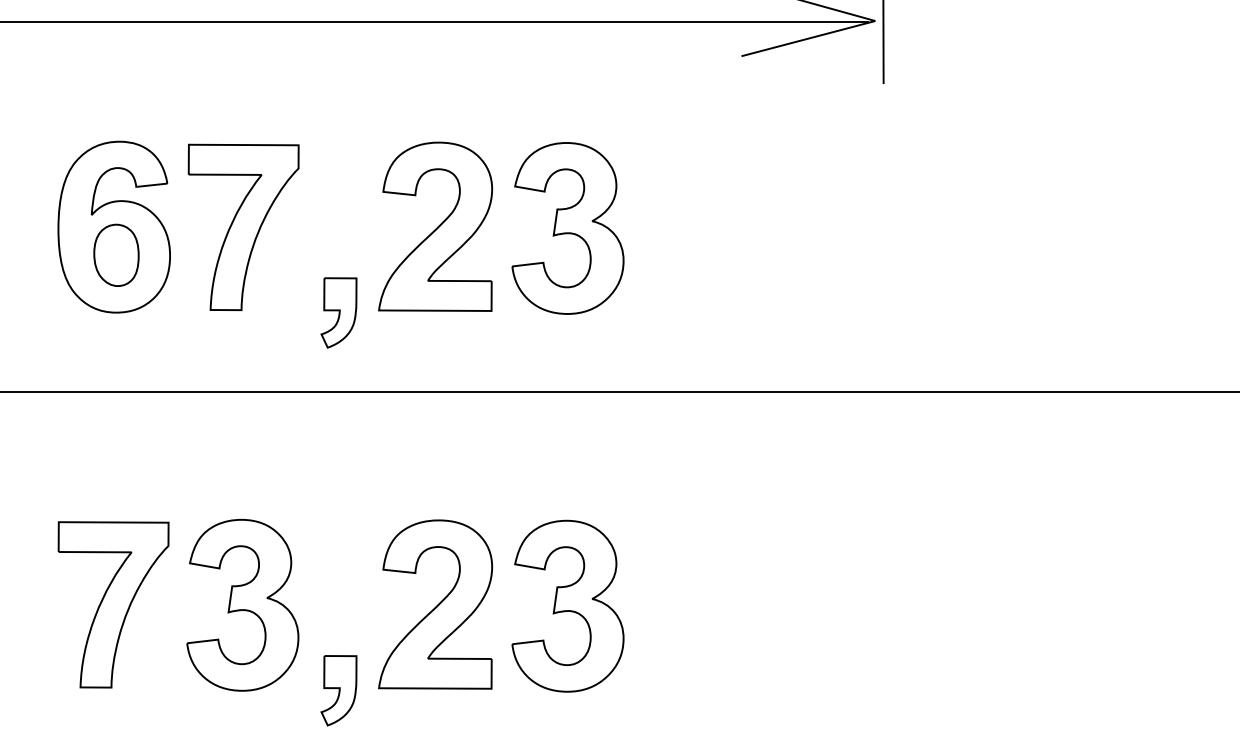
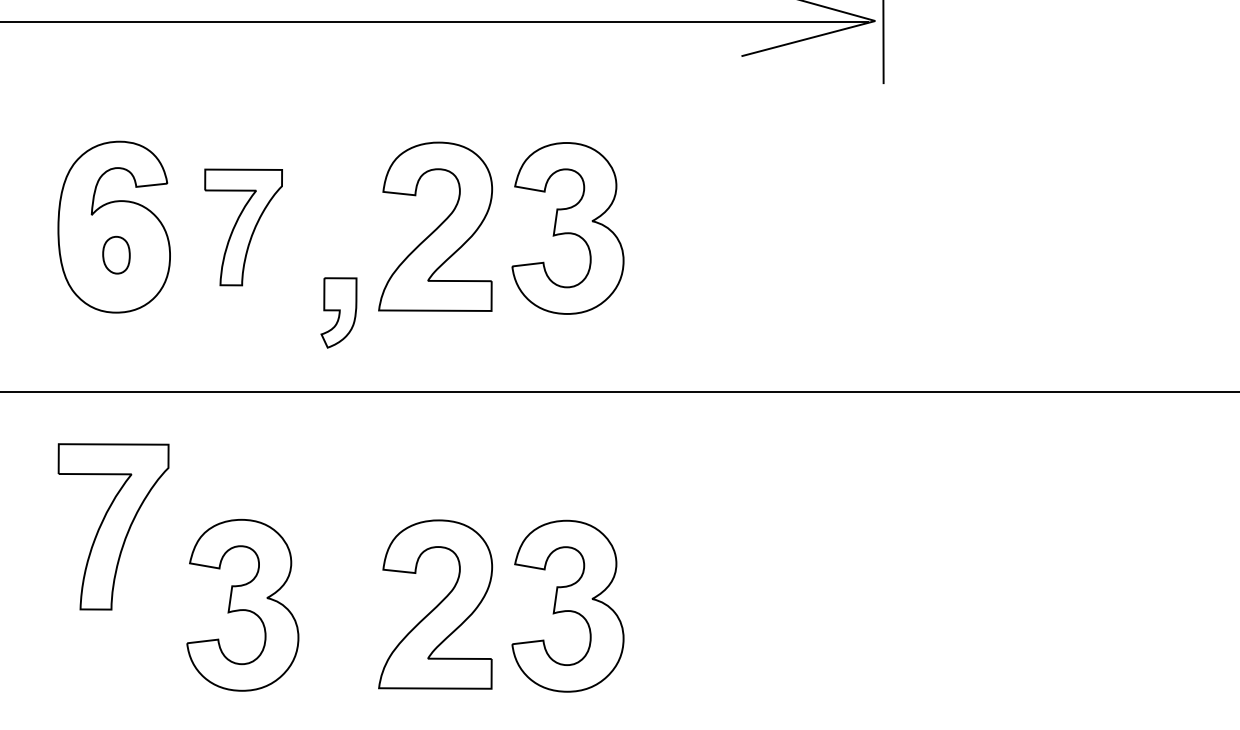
part at (243, 227) size: 113x169 px -> 79x119 px
part at (116, 254) size: 47x64 px -> 29x40 px
part at (113, 604) position: (113, 604) -> (113, 526)
part at (338, 690): present -> none
